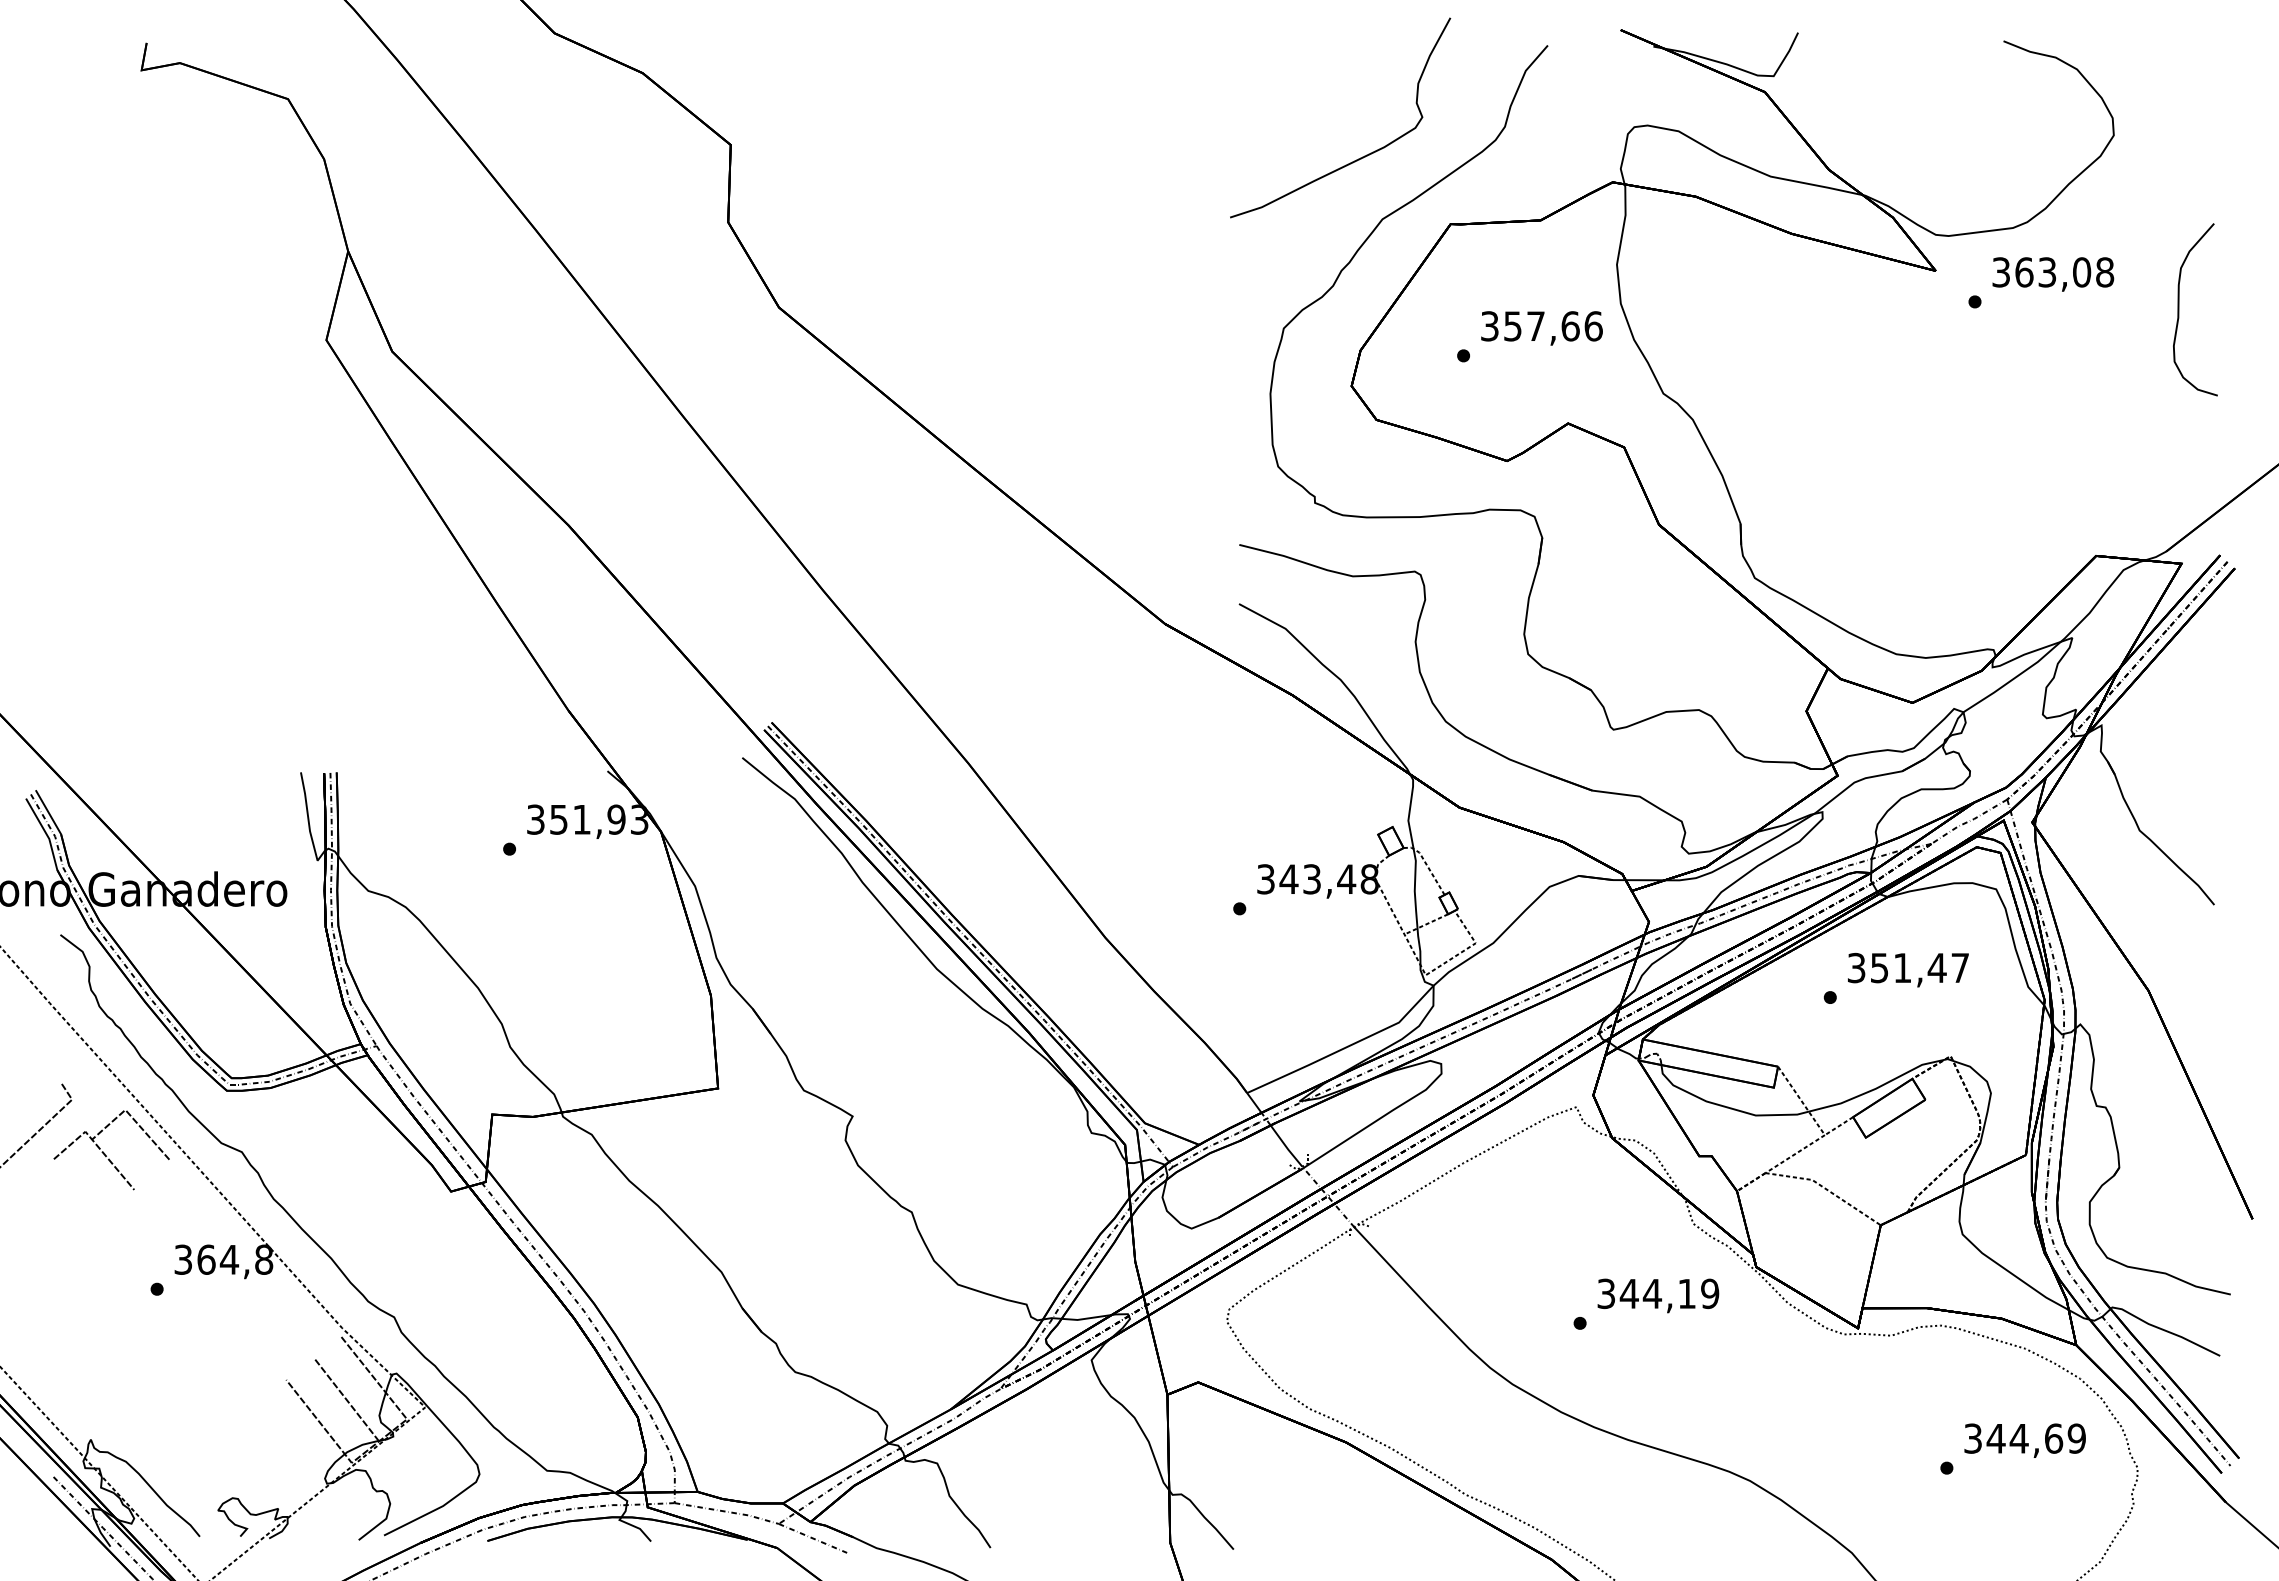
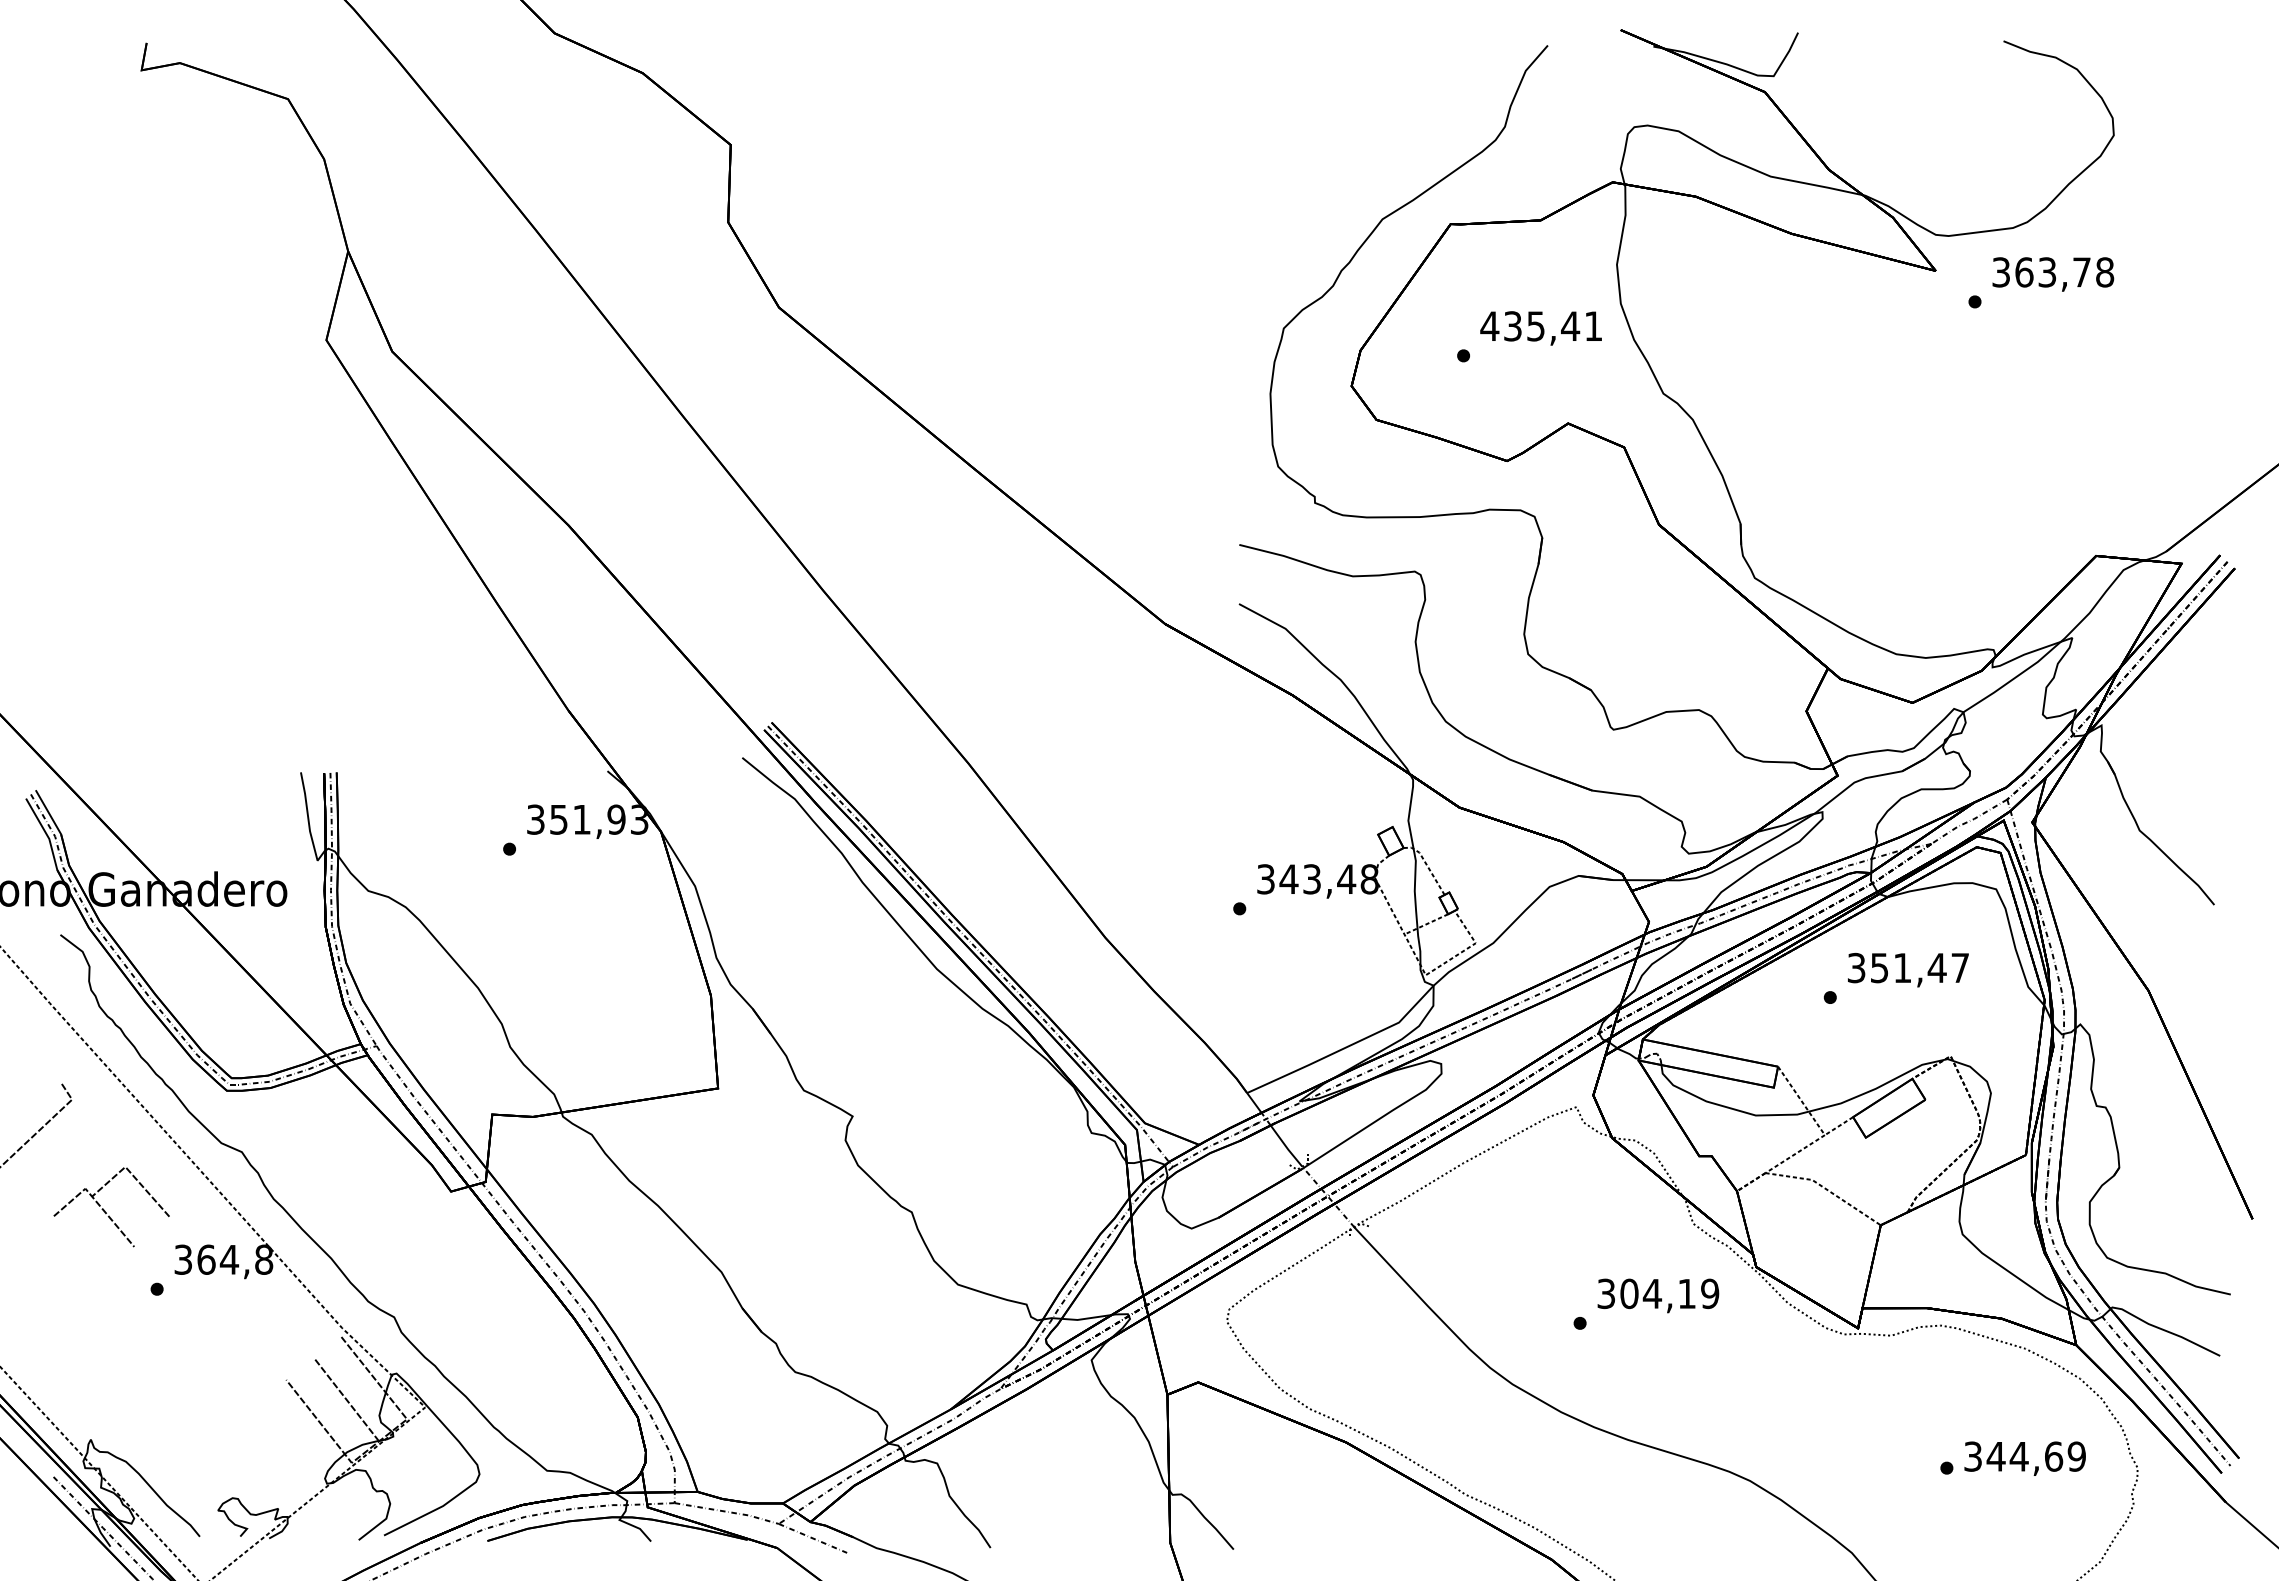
curve at (1360, 157): present -> none
text at (2082, 272): 363,08 -> 363,78
curve at (2179, 309): present -> none
text at (1541, 326): 357,66 -> 435,41
part at (106, 1155) position: (106, 1155) -> (106, 1212)
text at (1628, 1293): 344,19 -> 304,19
text at (2024, 1440) position: (2024, 1440) -> (2024, 1458)
